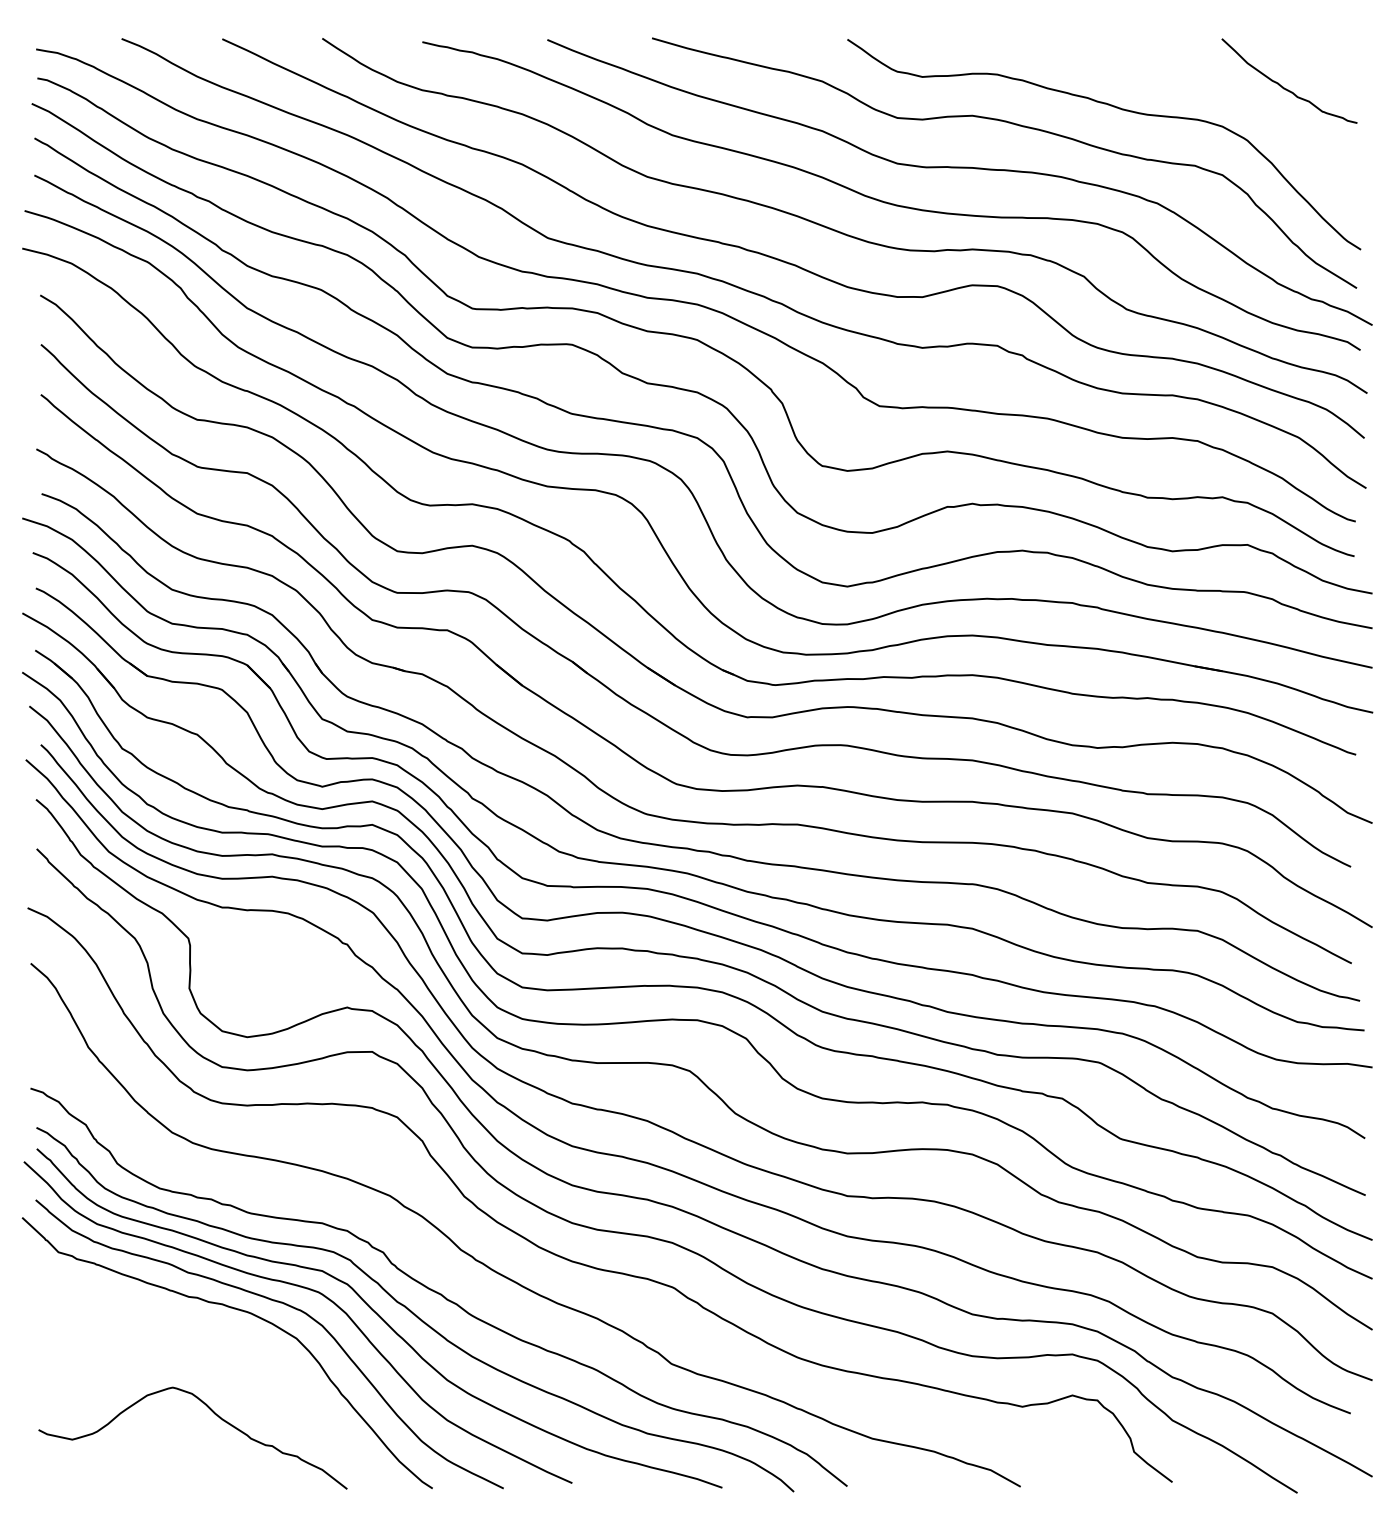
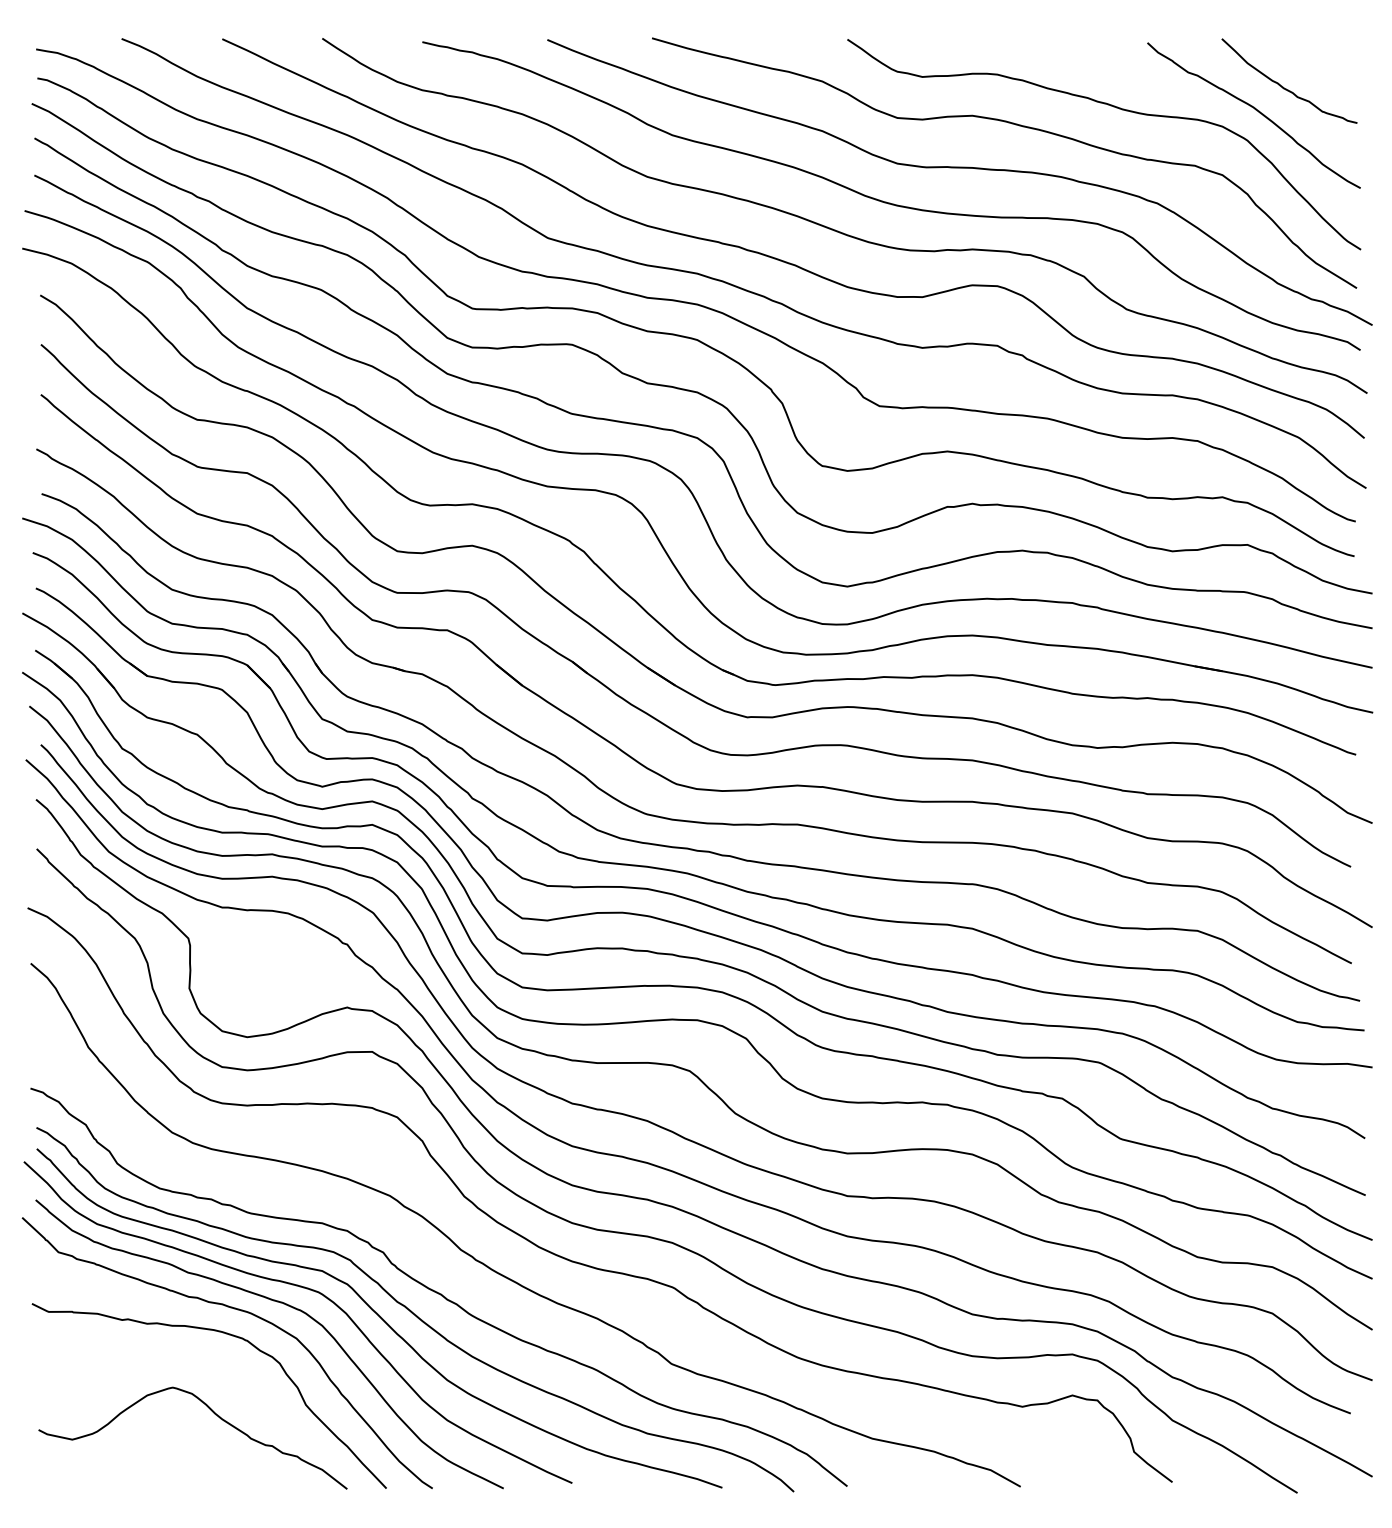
curve at (1255, 110): none -> present
curve at (222, 1333): none -> present
